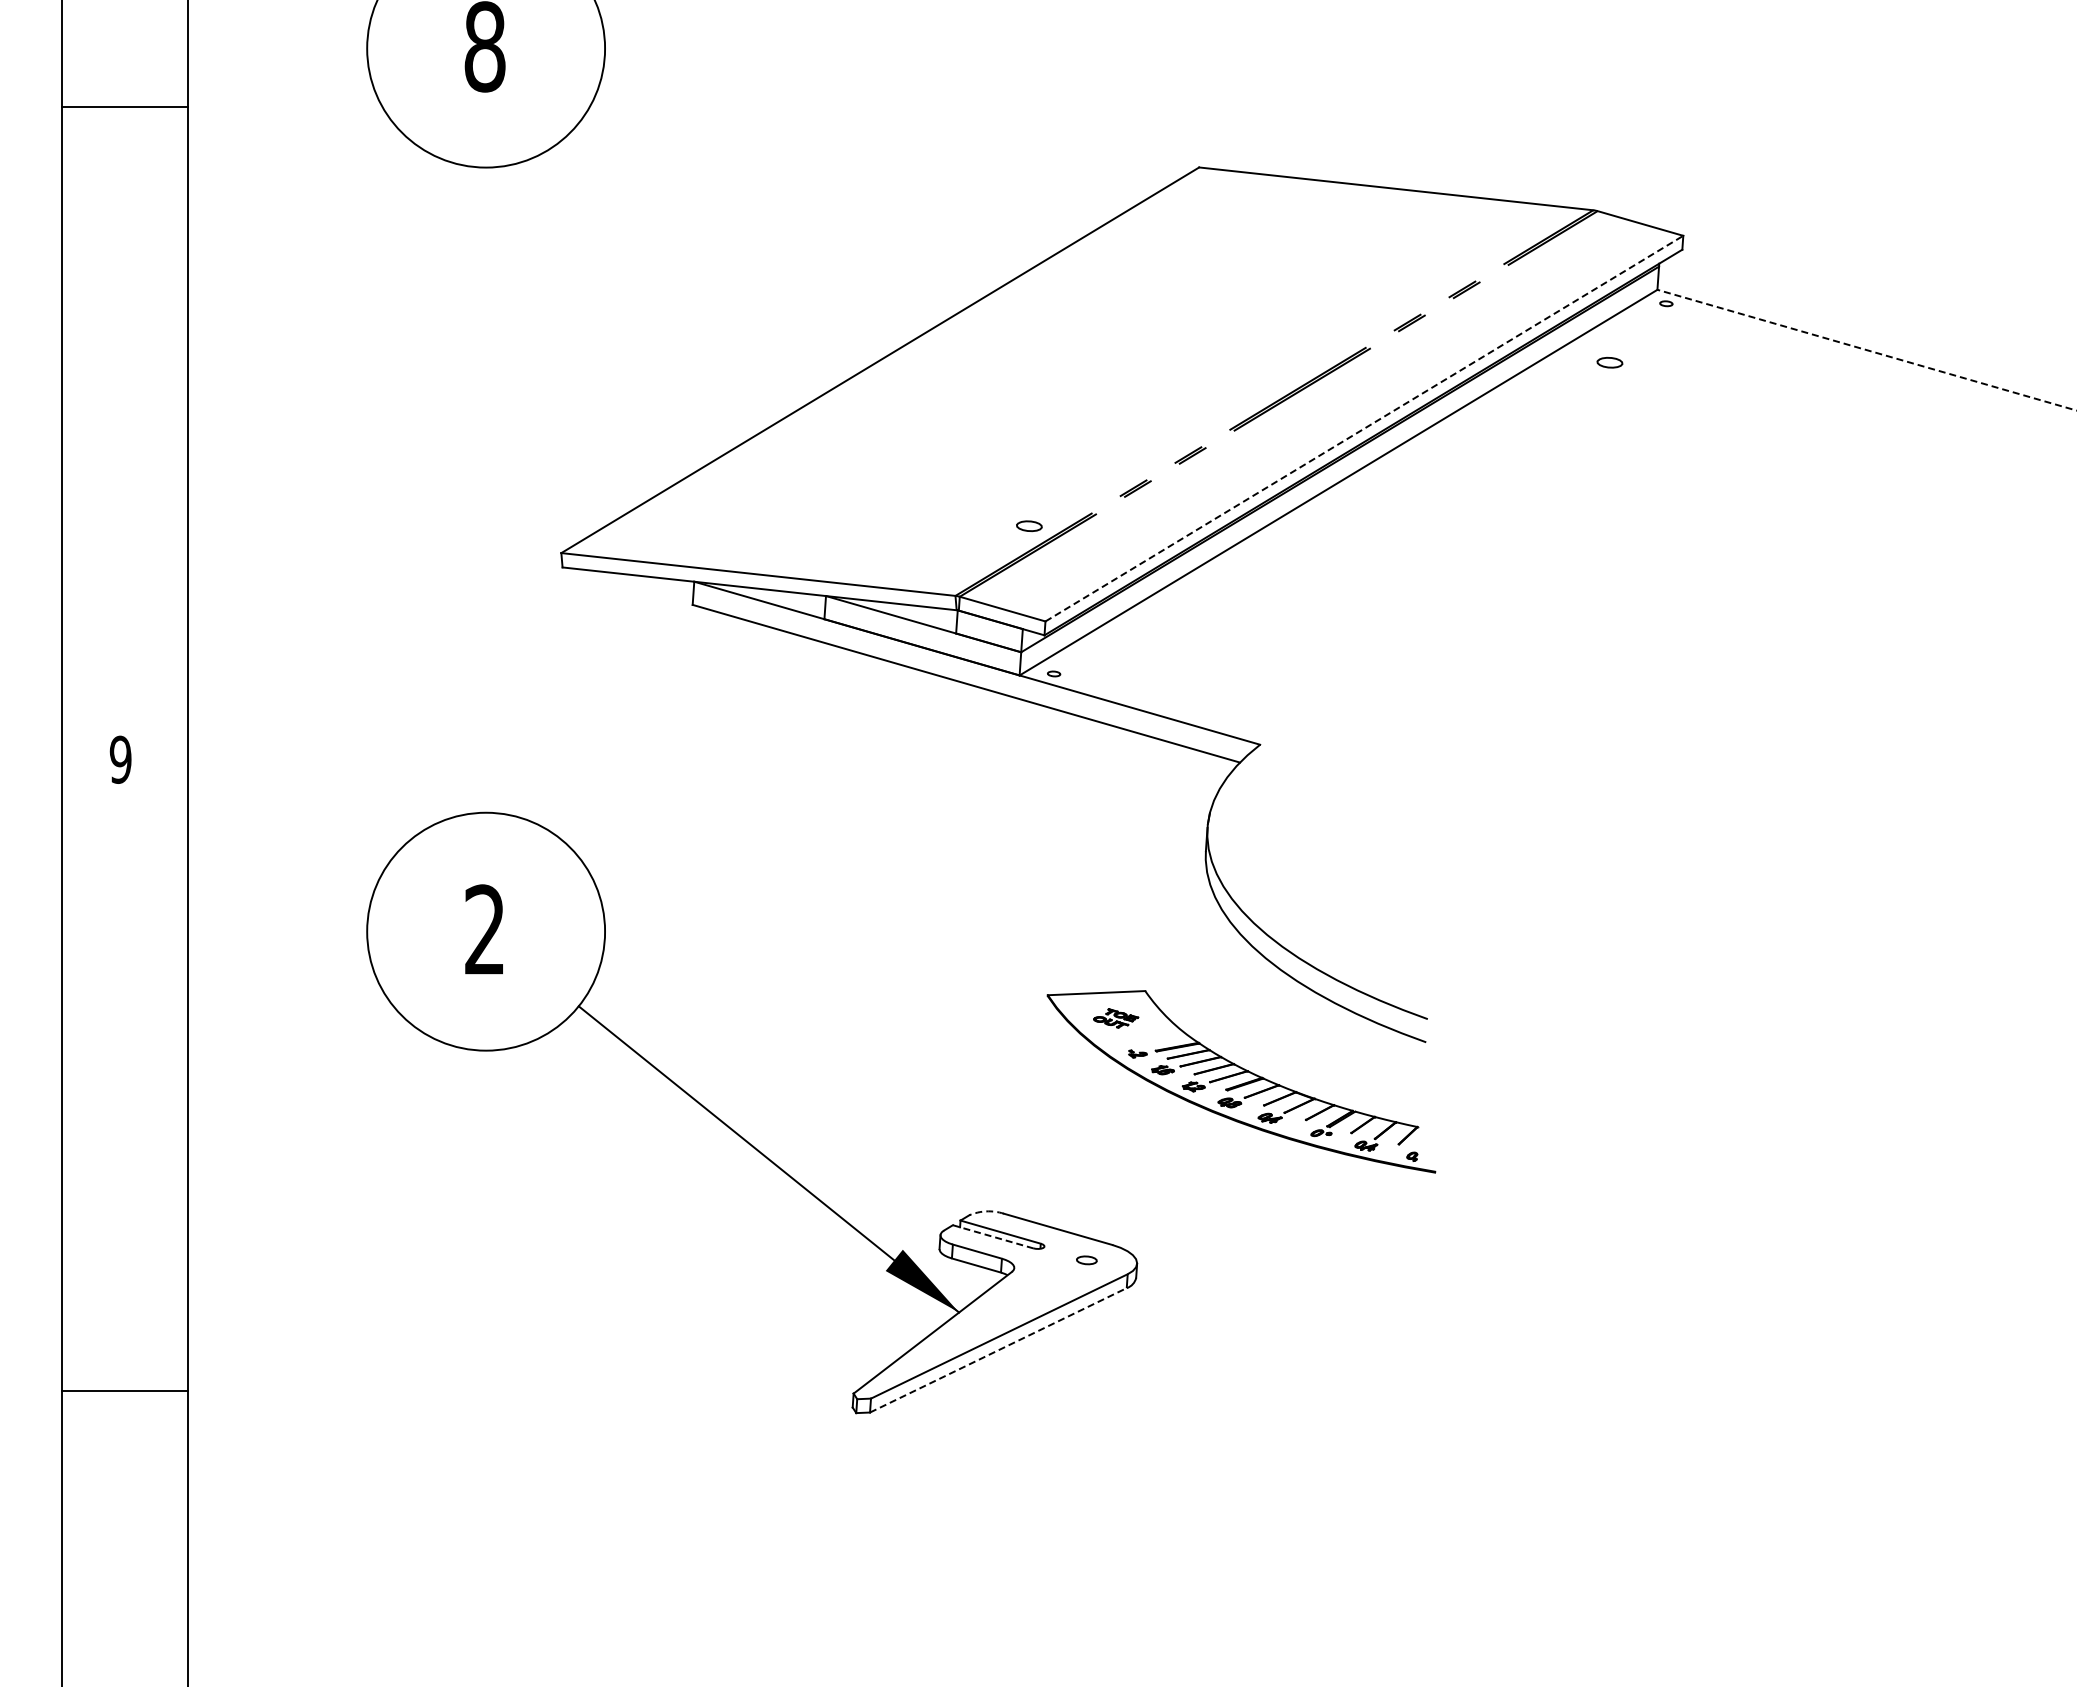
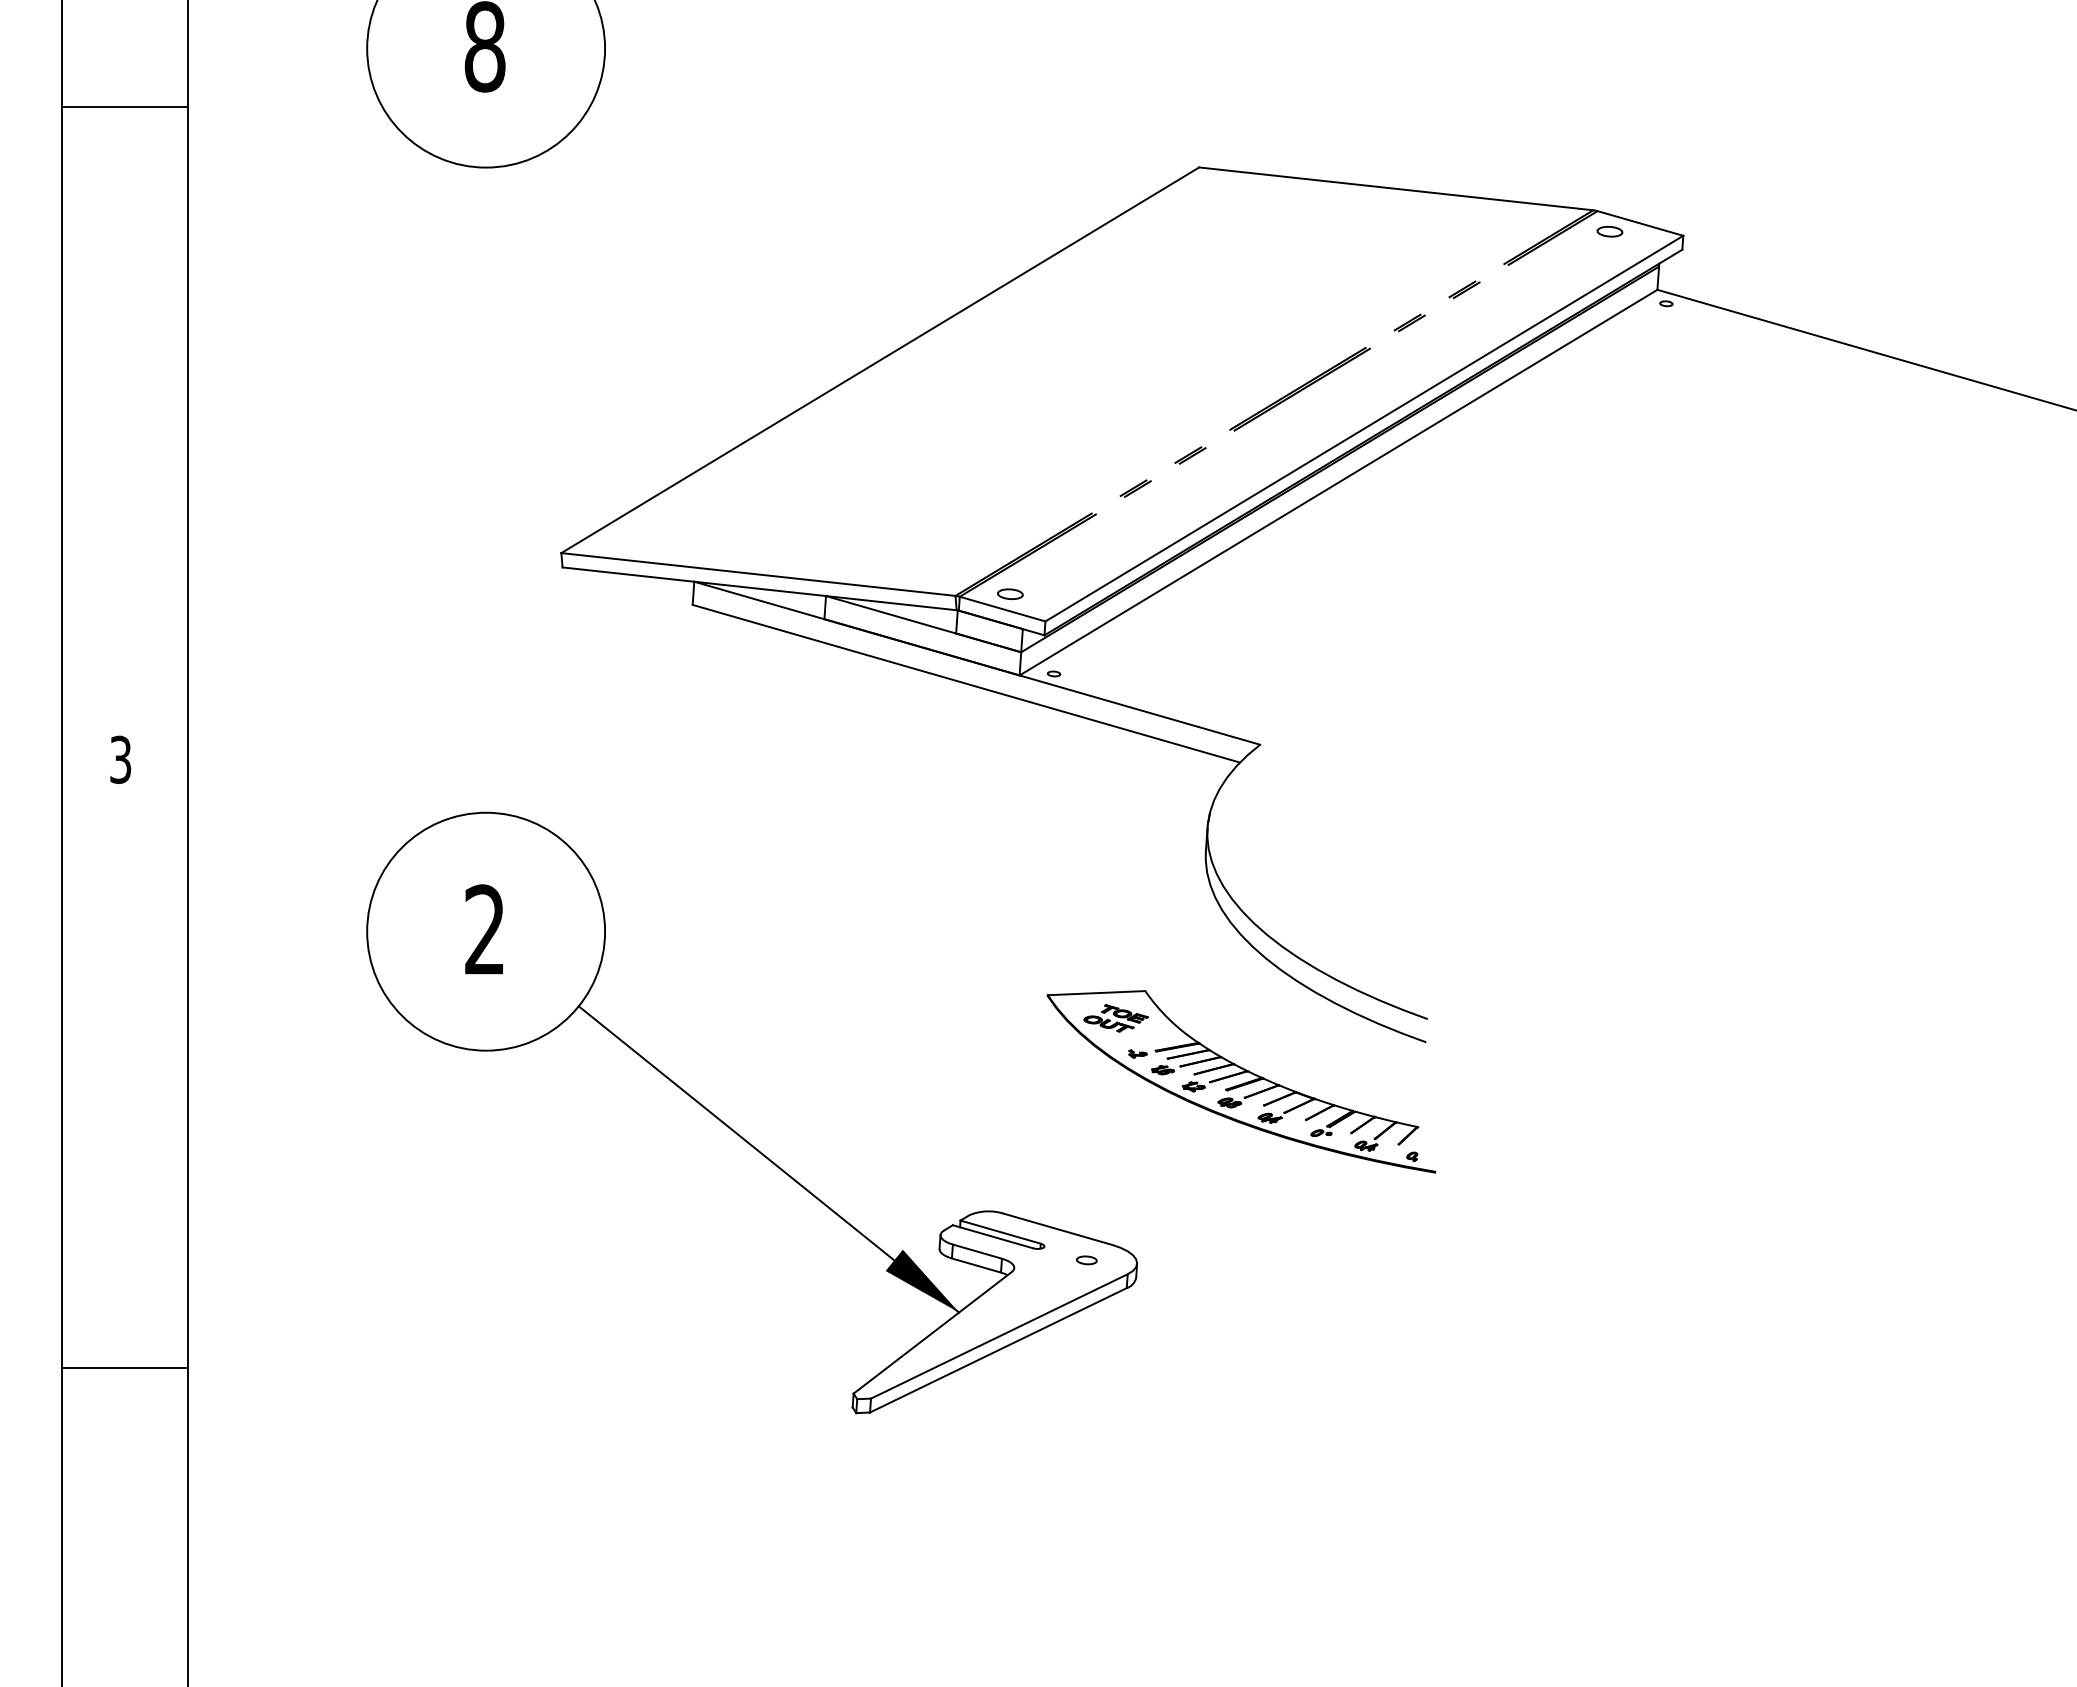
line at (1866, 350): dashed -> solid
part at (1609, 362) position: (1609, 362) -> (1609, 231)
line at (1364, 428): dashed -> solid
part at (1029, 526) position: (1029, 526) -> (1010, 594)
text at (120, 759): 9 -> 3
part at (1116, 1018) size: 47x21 px -> 66x29 px
arc at (986, 1211): dashed -> solid
line at (993, 1236): dashed -> solid
line at (998, 1350): dashed -> solid
line at (125, 1391) position: (125, 1391) -> (125, 1368)
